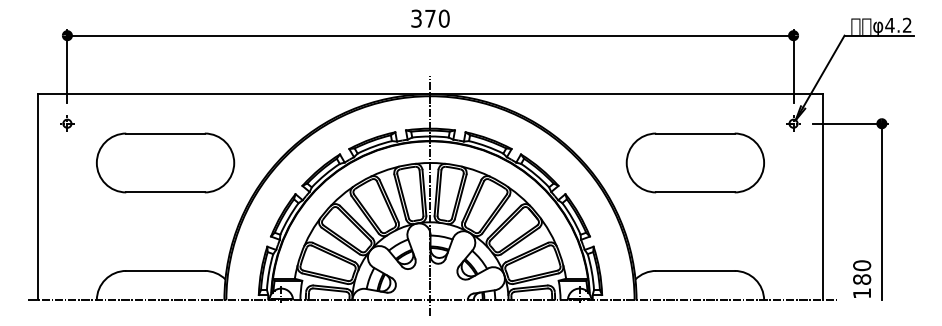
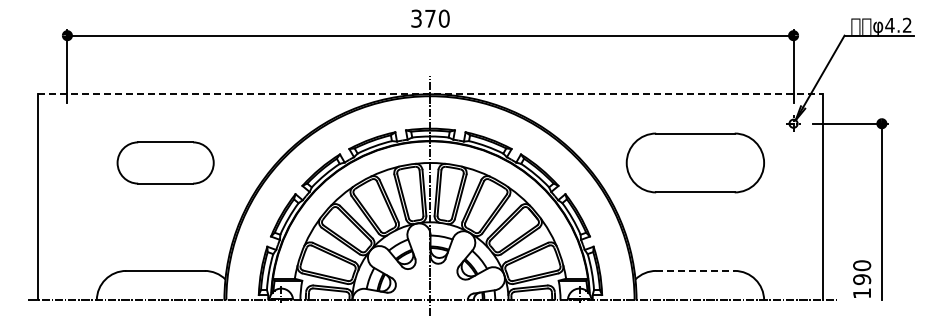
line at (430, 94): solid -> dashed
part at (67, 123): present -> none
part at (165, 162) size: 140x62 px -> 99x44 px
line at (695, 270): solid -> dashed
text at (862, 279): 180 -> 190
